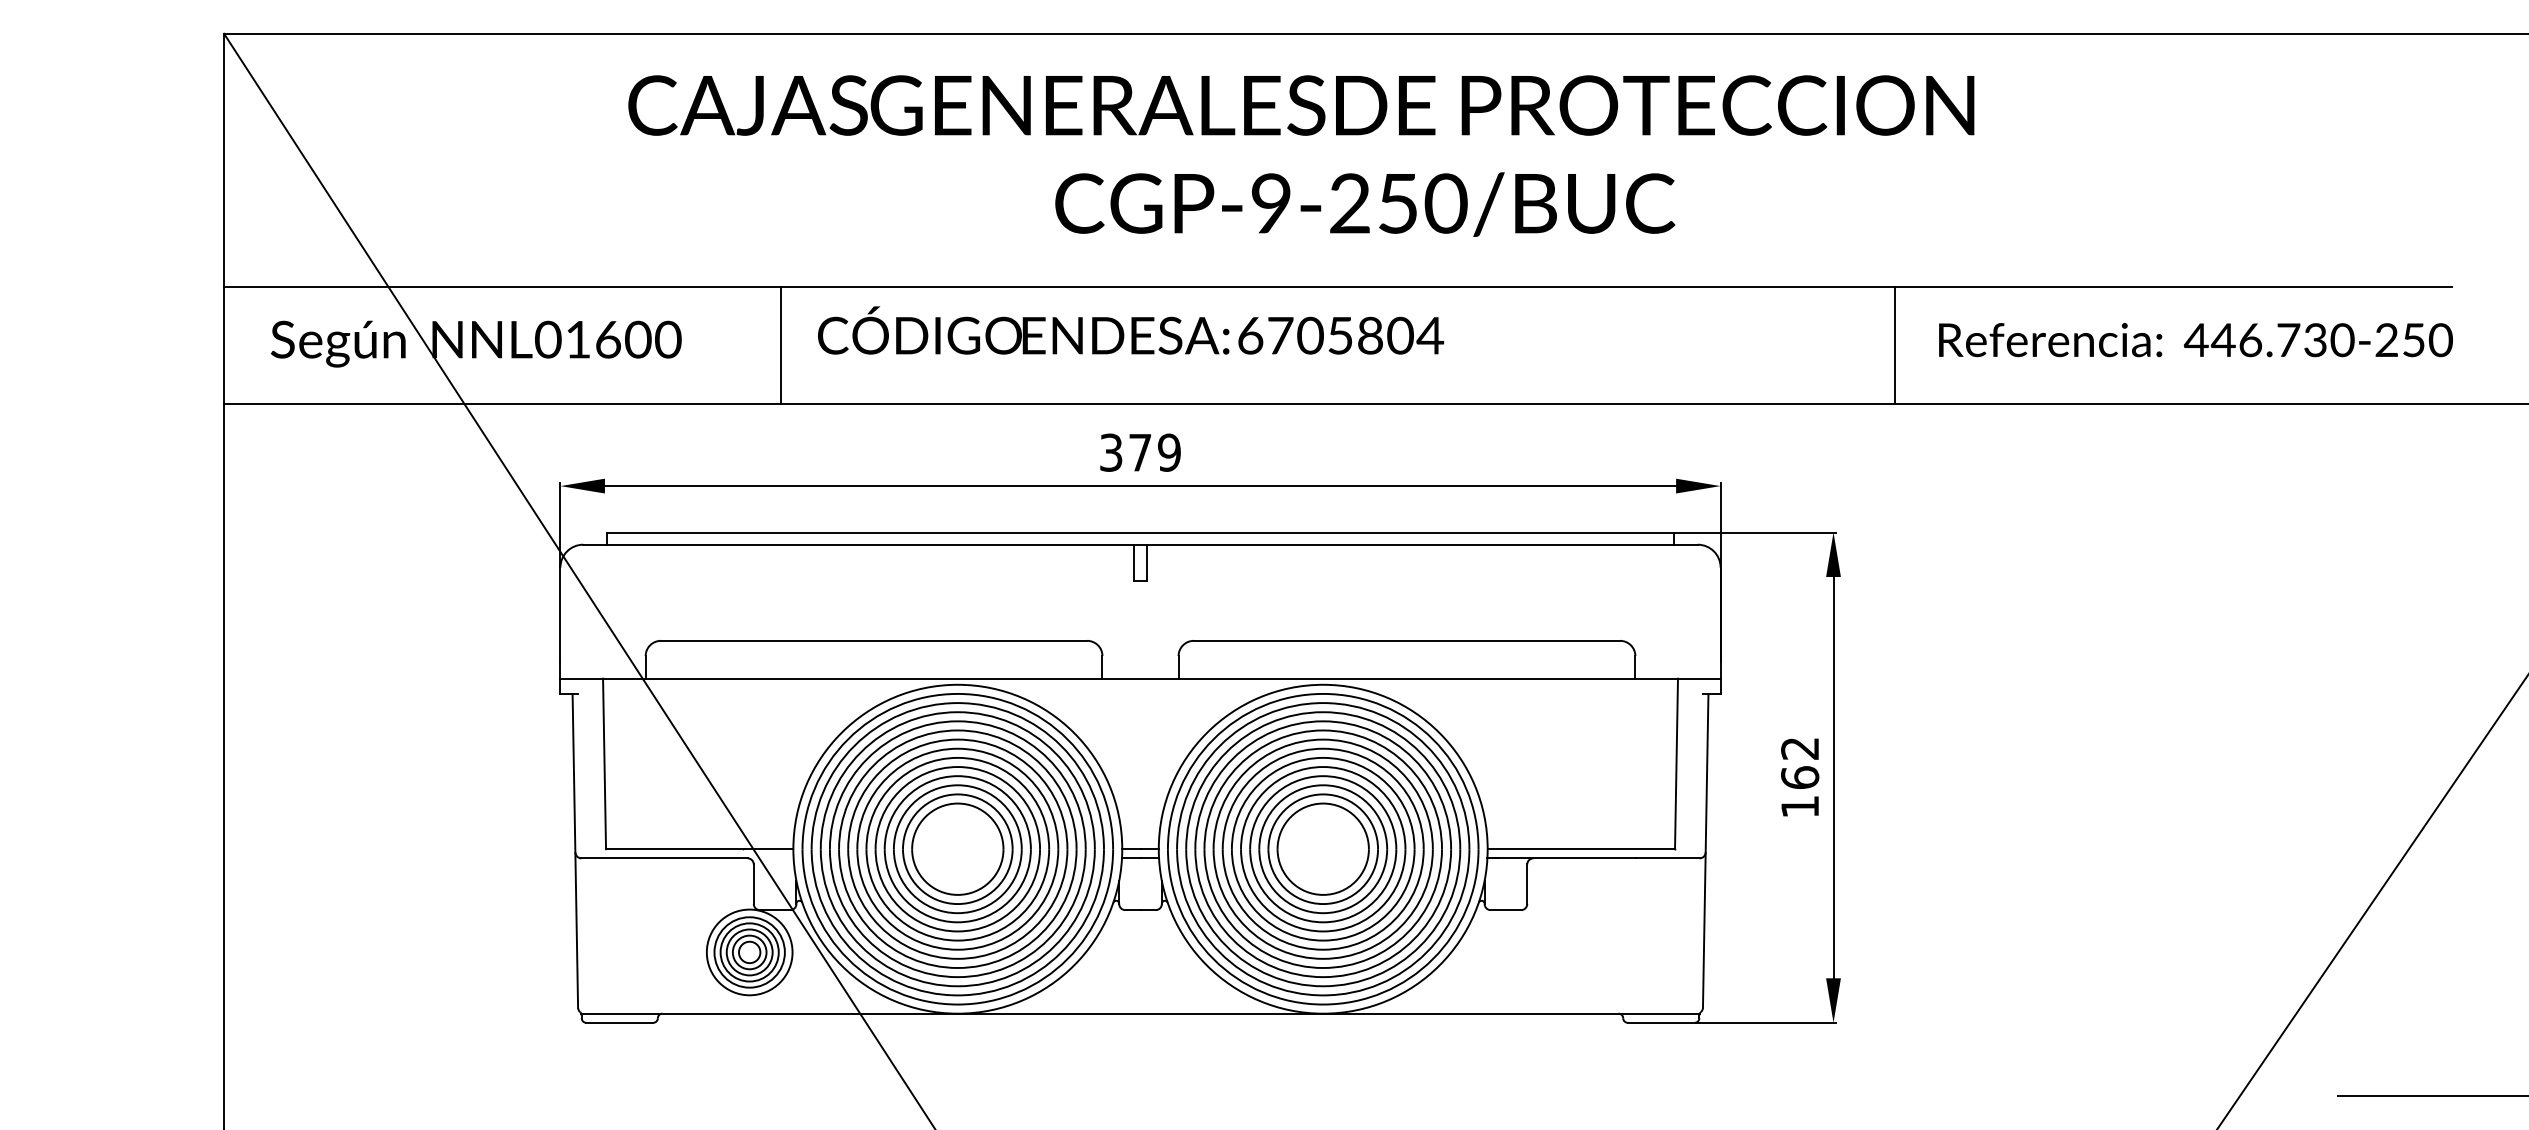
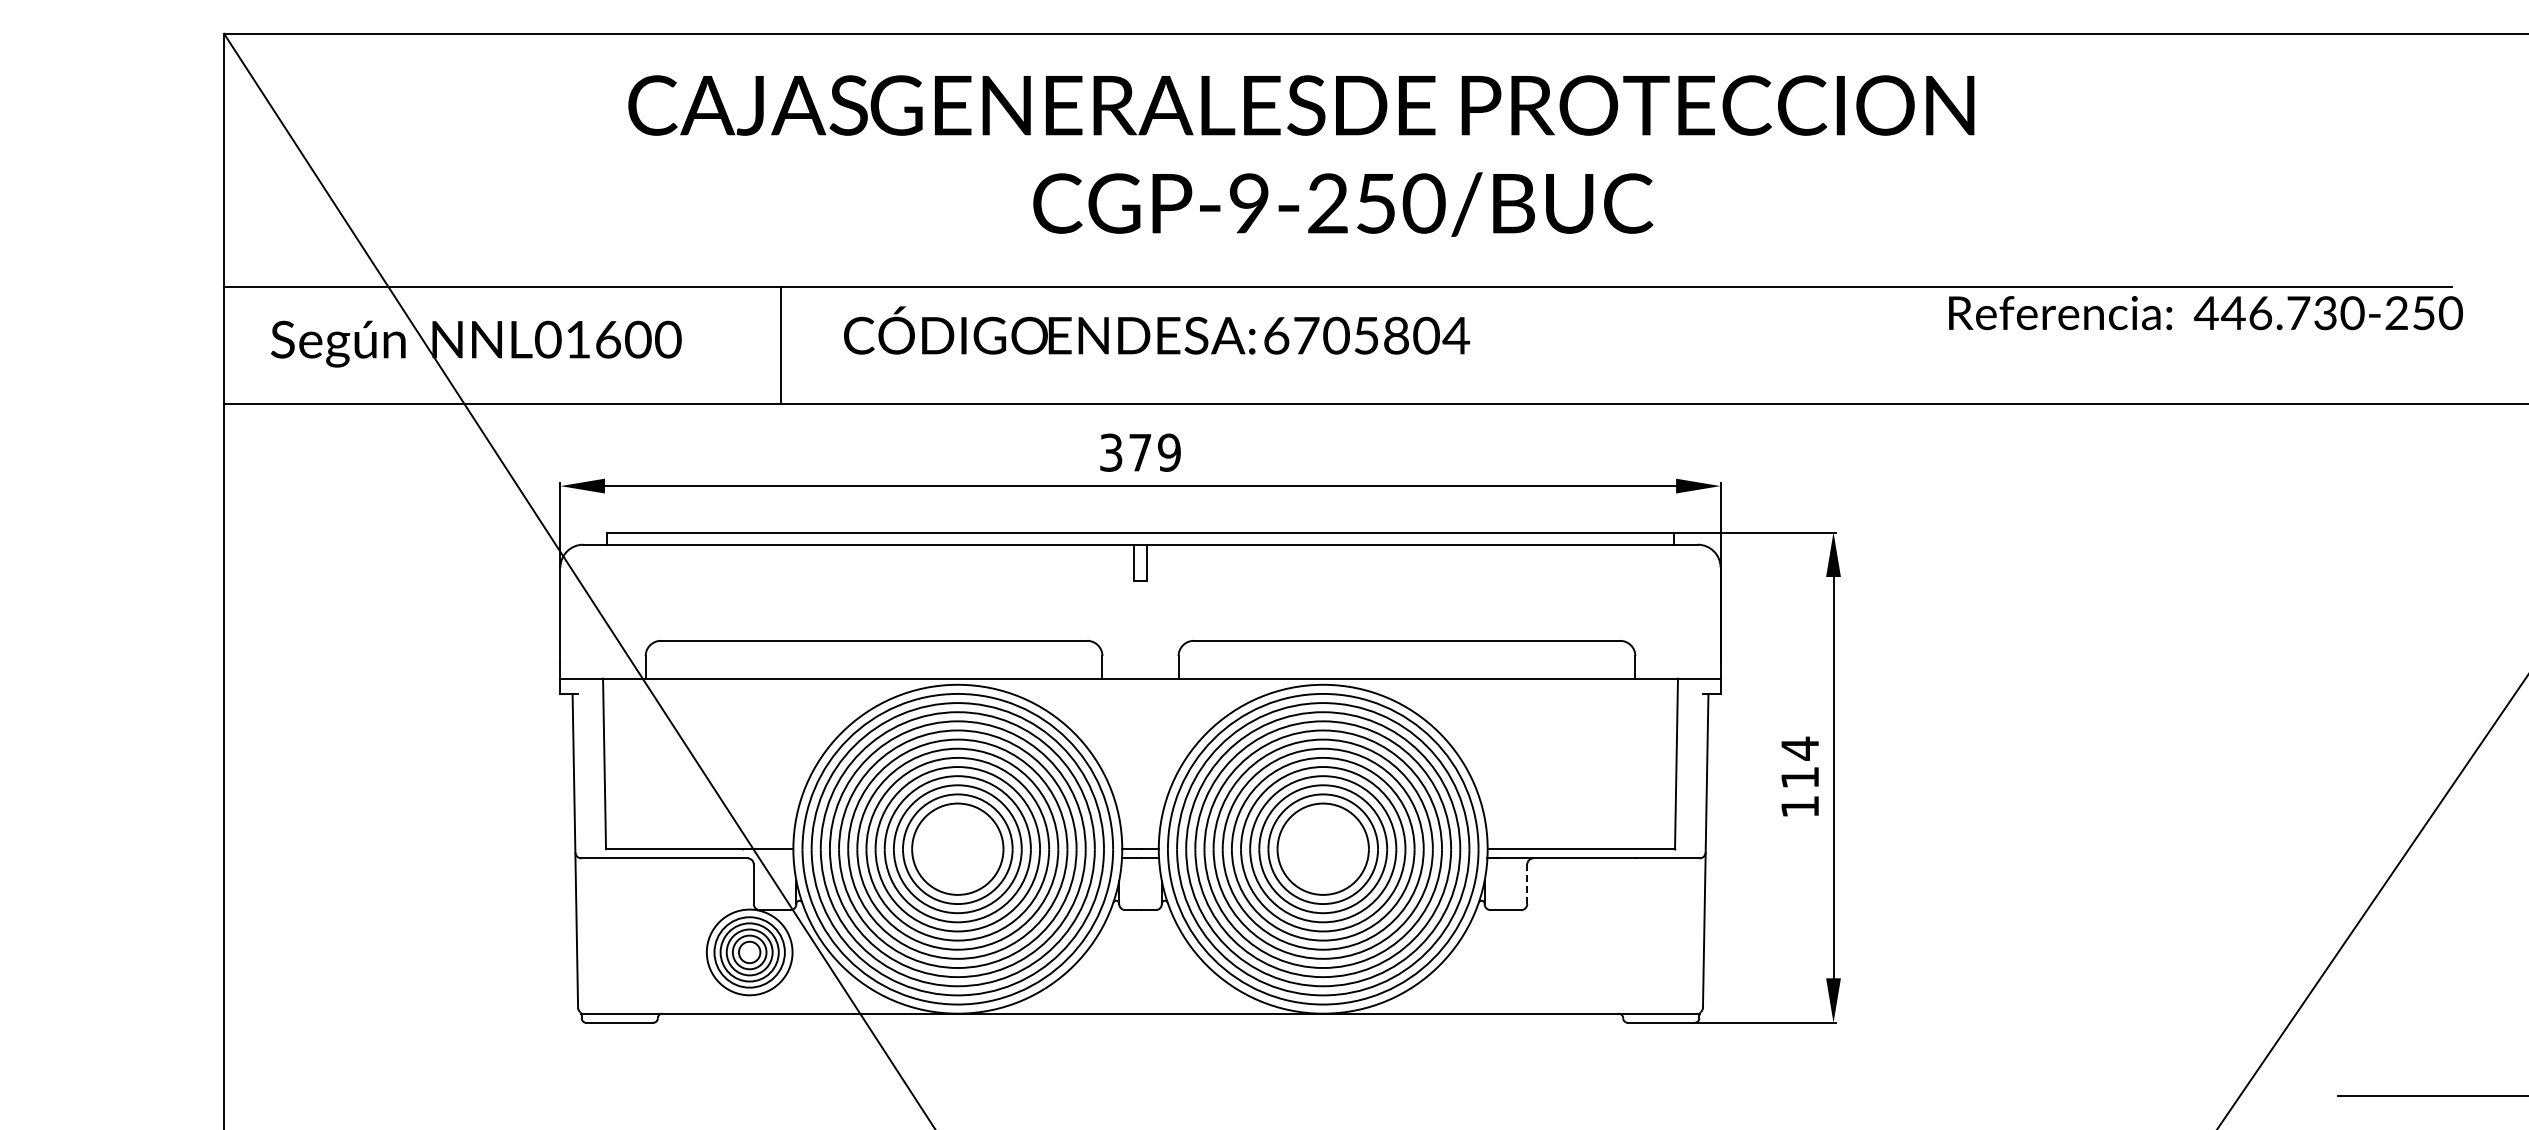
text at (1365, 204) position: (1365, 204) -> (1343, 204)
text at (1131, 330) position: (1131, 330) -> (1157, 330)
text at (2195, 340) position: (2195, 340) -> (2205, 313)
line at (1895, 345): present -> none
text at (1800, 762): 162 -> 114
line at (1527, 884): solid -> dashed
